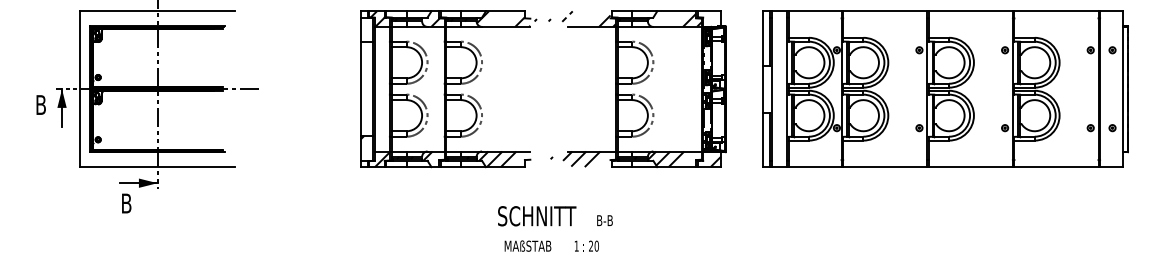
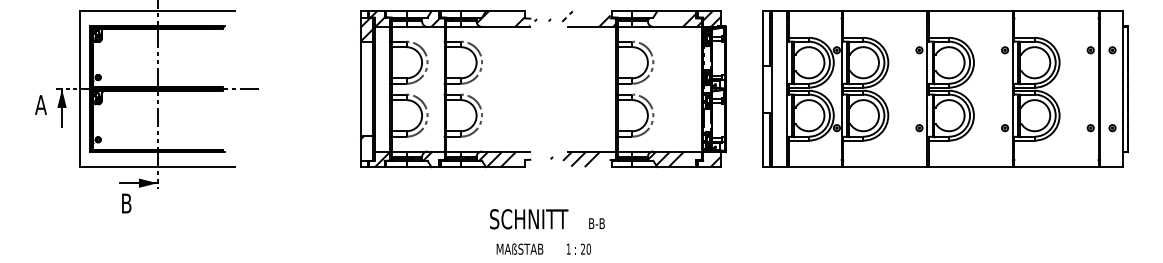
hatch at (709, 18): none -> present
hatch at (366, 29): none -> present
text at (40, 104): B -> A
text at (555, 228) position: (555, 228) -> (547, 231)
